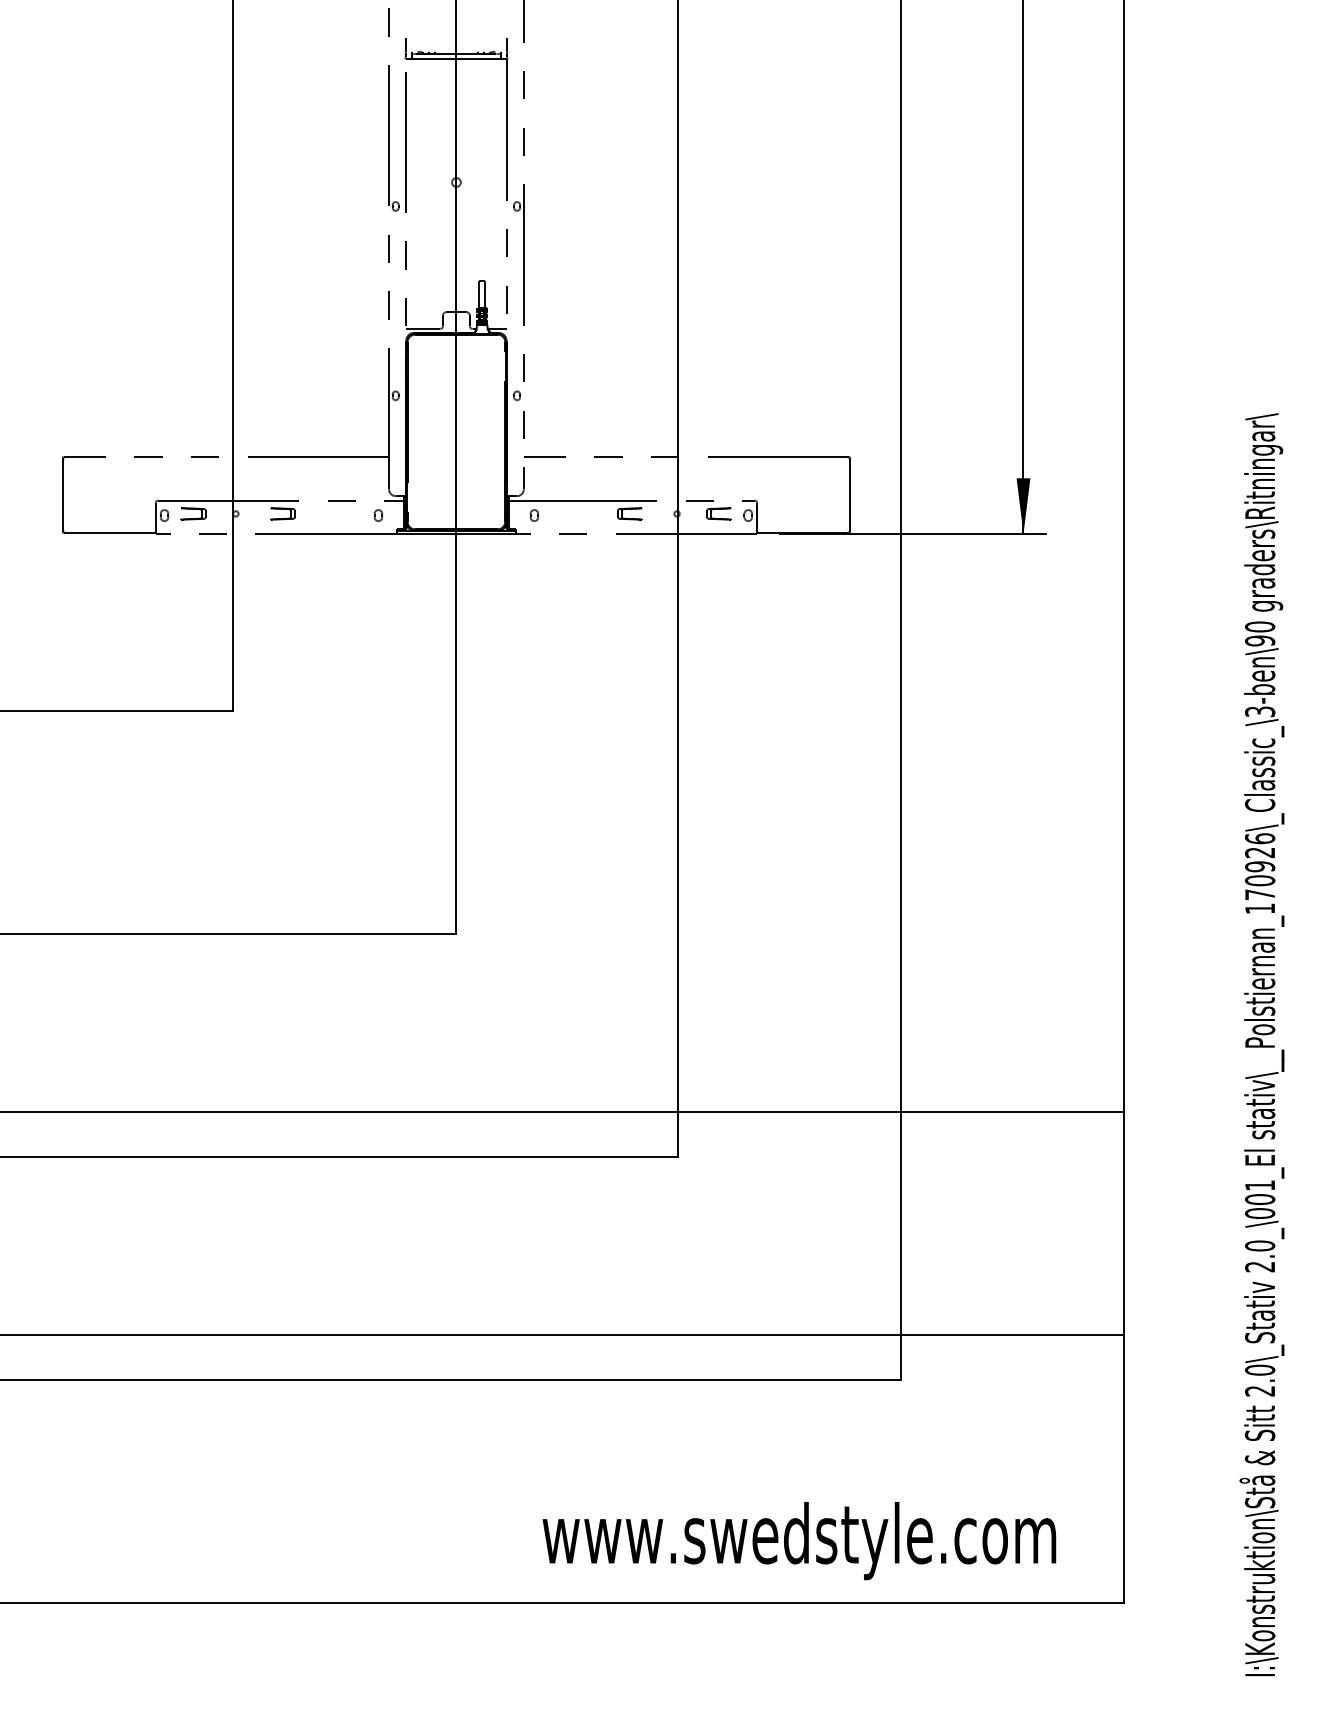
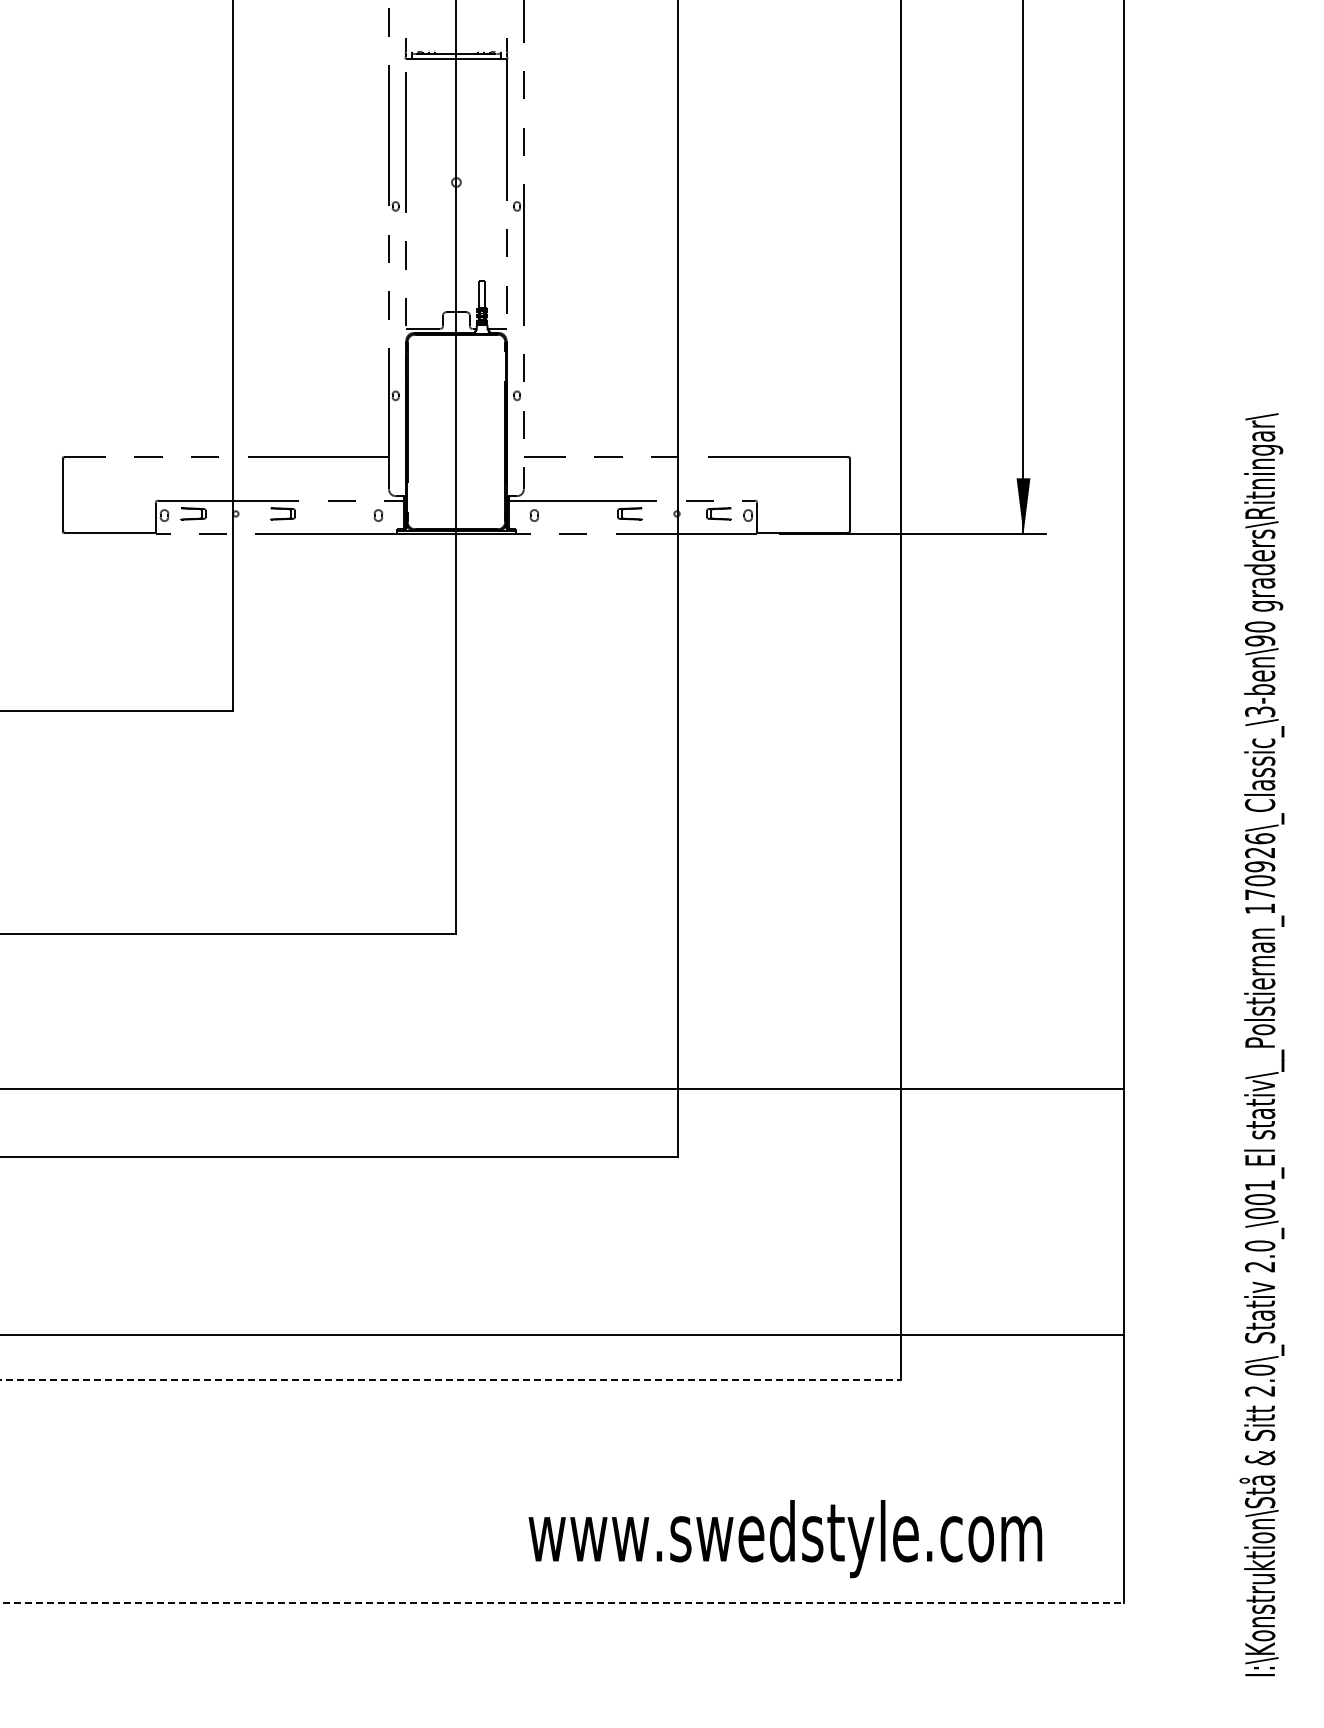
line at (562, 1112) position: (562, 1112) -> (562, 1089)
line at (451, 1379): solid -> dashed
text at (799, 1541) position: (799, 1541) -> (785, 1539)
line at (562, 1602): solid -> dashed
